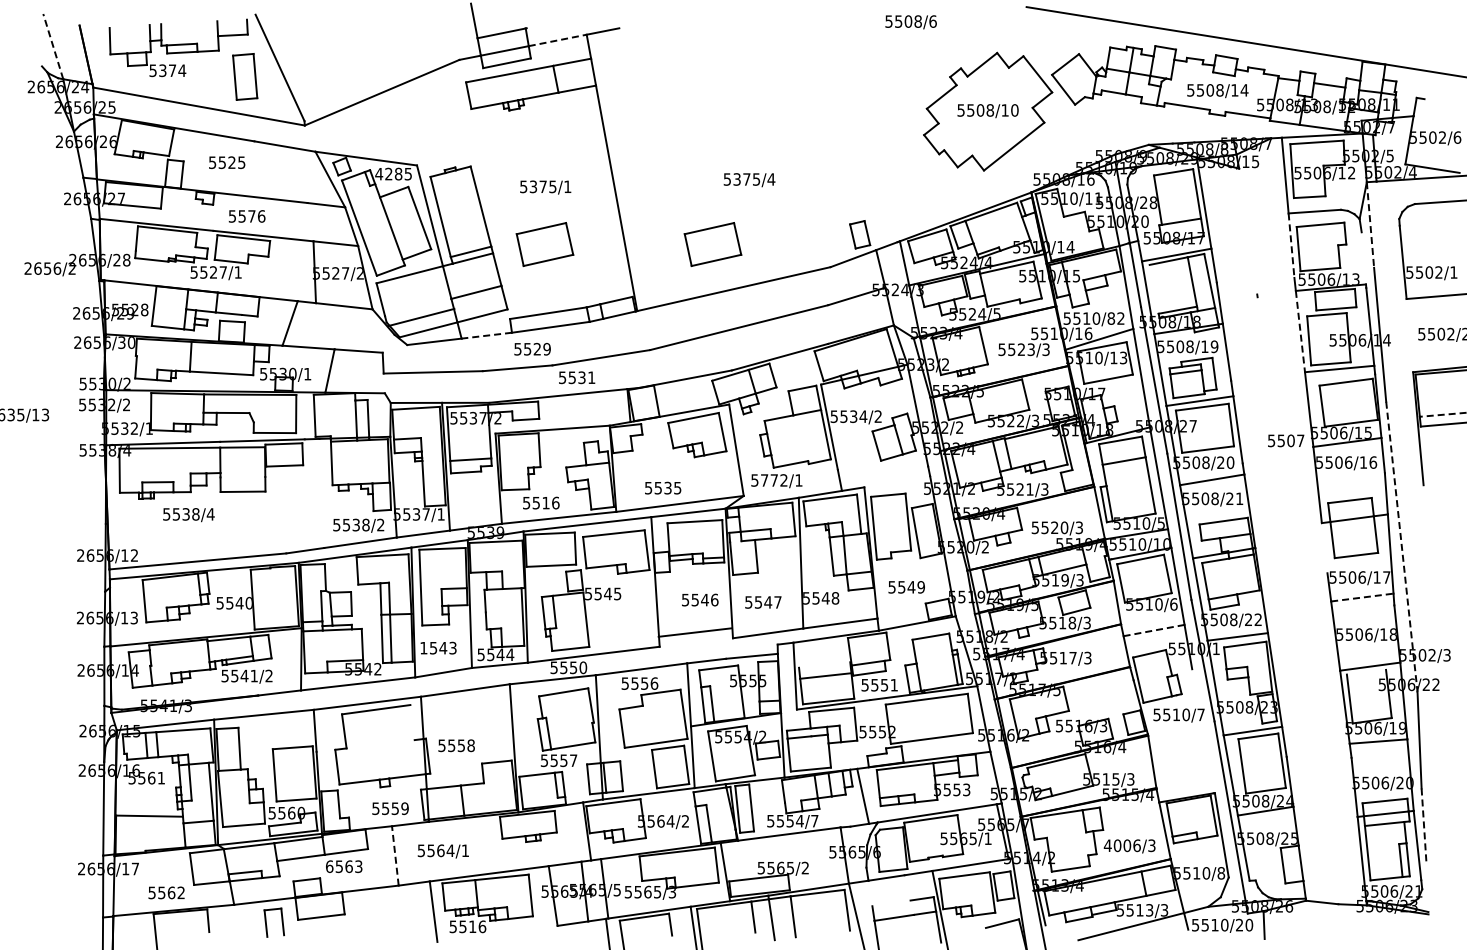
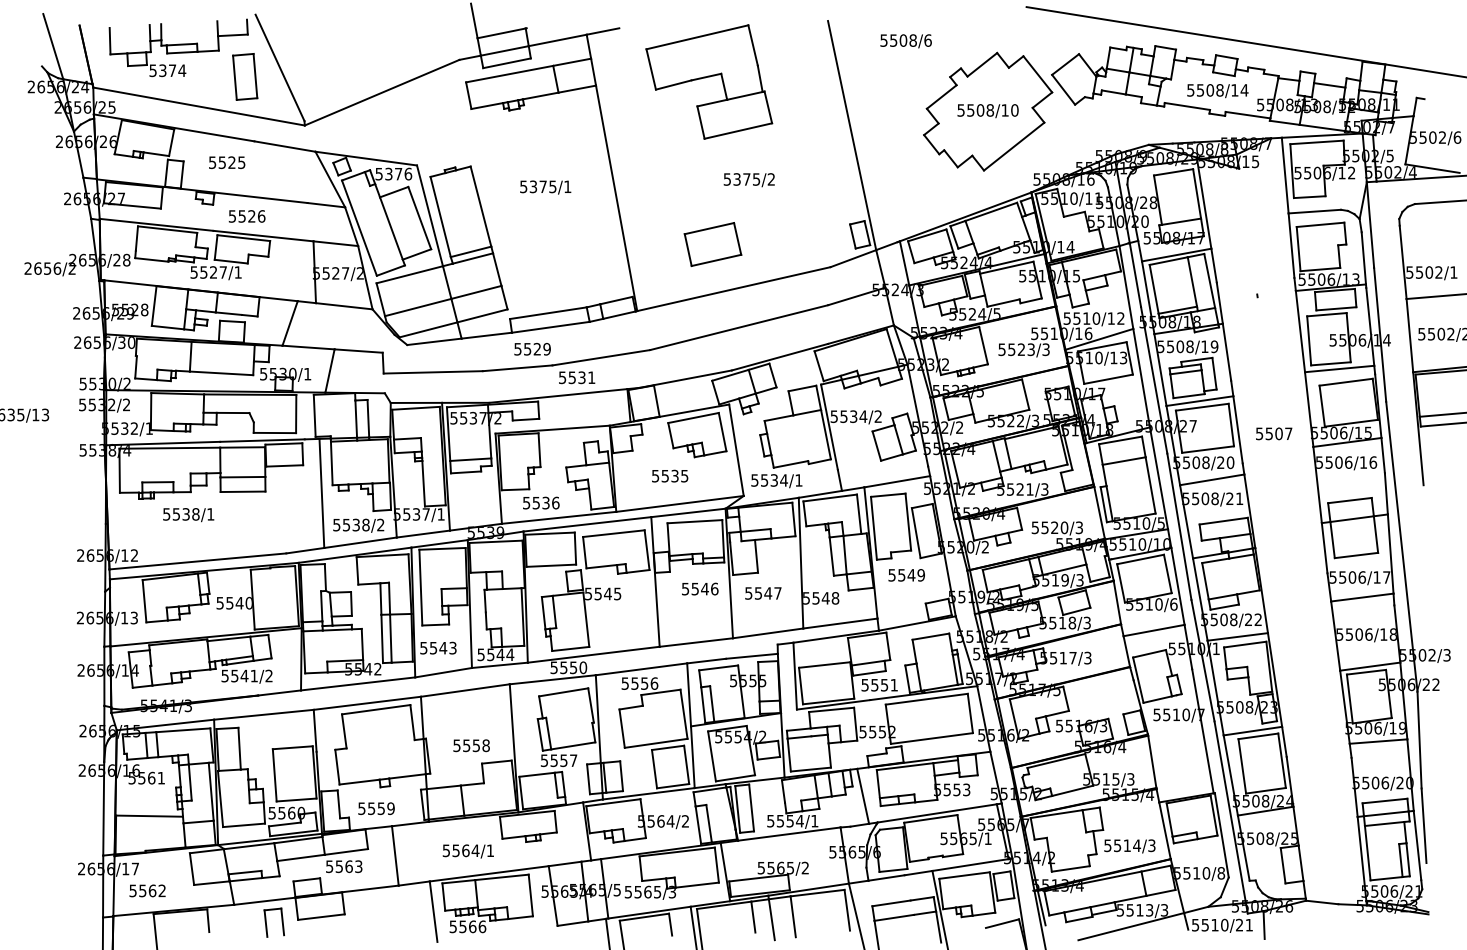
text at (910, 22) position: (910, 22) -> (905, 41)
line at (557, 40): dashed -> solid
line at (53, 46): dashed -> solid
part at (709, 81): none -> present
line at (852, 135): none -> present
text at (393, 173): 4285 -> 5376
text at (771, 179): 5375/4 -> 5375/2
text at (251, 216): 5576 -> 5526
line at (1370, 225): dashed -> solid
part at (544, 244): present -> none
line at (1291, 246): dashed -> solid
line at (1363, 258): none -> present
line at (1153, 288): none -> present
line at (421, 317) position: (421, 317) -> (418, 307)
text at (1111, 318): 5510/82 -> 5510/12
line at (1300, 331): dashed -> solid
line at (486, 335): dashed -> solid
line at (1409, 335): none -> present
line at (1442, 414): dashed -> solid
text at (1286, 440) position: (1286, 440) -> (1274, 433)
line at (242, 476): none -> present
text at (774, 480): 5772/1 -> 5534/1
line at (897, 481): none -> present
text at (663, 487) position: (663, 487) -> (670, 475)
line at (321, 492): none -> present
text at (545, 502): 5516 -> 5536
text at (210, 514): 5538/4 -> 5538/1
line at (1401, 546): dashed -> solid
line at (1324, 548): none -> present
text at (906, 587) position: (906, 587) -> (906, 575)
line at (1362, 597): dashed -> solid
text at (700, 599) position: (700, 599) -> (700, 588)
text at (763, 602) position: (763, 602) -> (763, 593)
line at (1154, 630): dashed -> solid
line at (694, 632) position: (694, 632) -> (695, 642)
text at (423, 648): 1543 -> 5543
line at (1366, 671): none -> present
line at (825, 675) position: (825, 675) -> (824, 664)
line at (412, 722): none -> present
line at (1202, 731): none -> present
text at (456, 745) position: (456, 745) -> (471, 745)
text at (390, 808) position: (390, 808) -> (376, 808)
text at (814, 821): 5554/7 -> 5554/1
line at (1424, 826): dashed -> solid
text at (1122, 845): 4006/3 -> 5514/3
text at (442, 851) position: (442, 851) -> (467, 851)
line at (395, 855): dashed -> solid
text at (329, 866): 6563 -> 5563
text at (166, 892) position: (166, 892) -> (147, 890)
line at (891, 903): none -> present
text at (1249, 924): 5510/20 -> 5510/21
text at (472, 926): 5516 -> 5566
